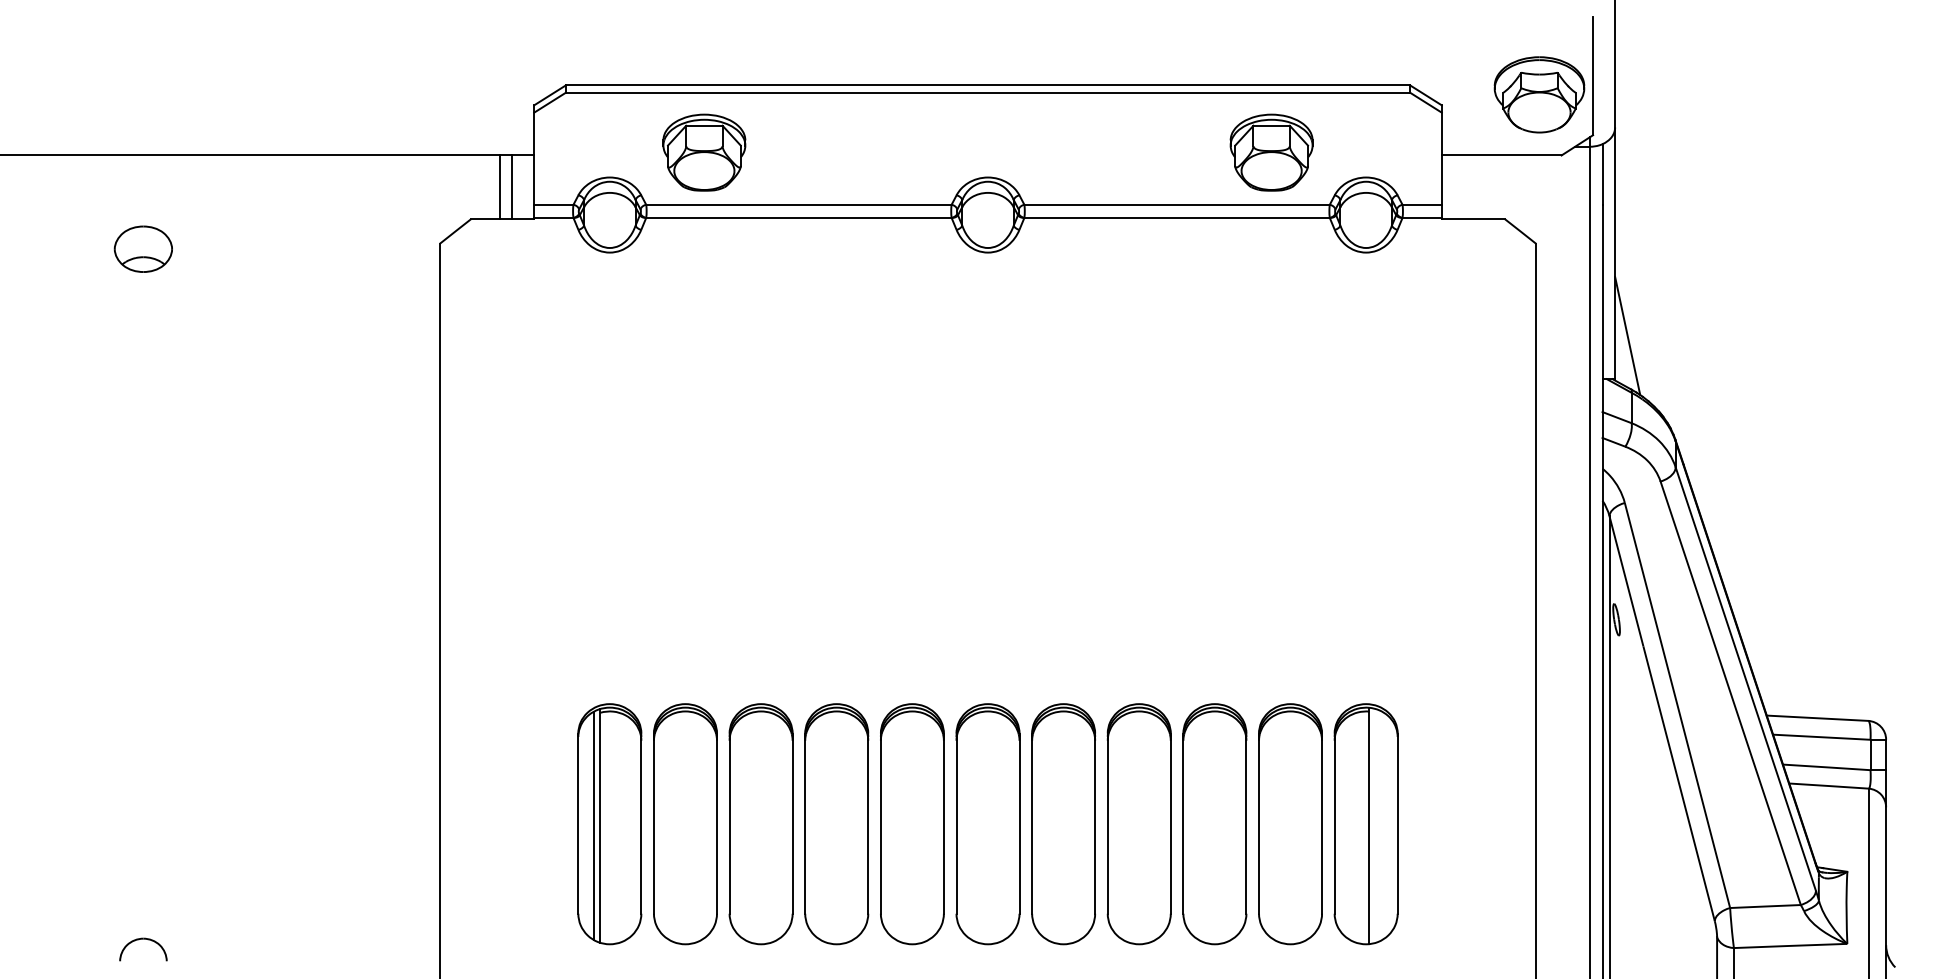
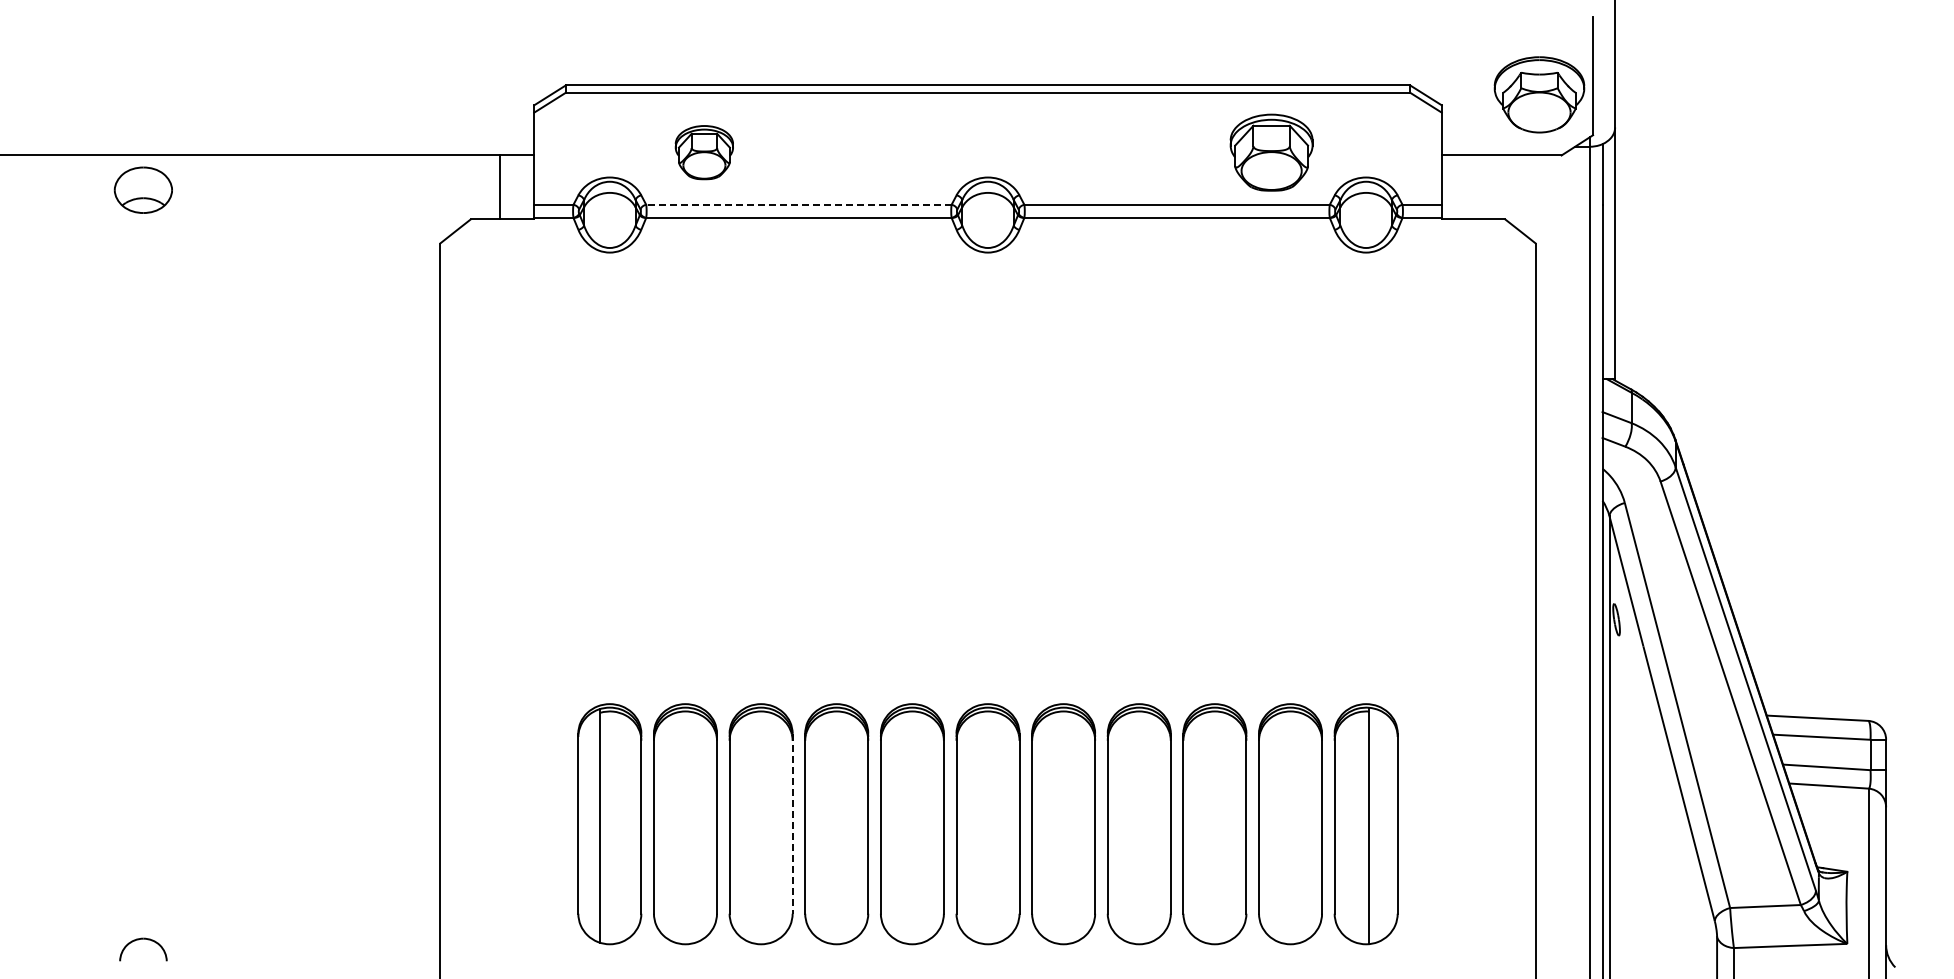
part at (704, 152) size: 85x79 px -> 60x56 px
line at (512, 187): present -> none
line at (798, 204): solid -> dashed
part at (142, 248) position: (142, 248) -> (142, 189)
line at (1627, 335): present -> none
line at (792, 824): solid -> dashed
line at (594, 825): present -> none
